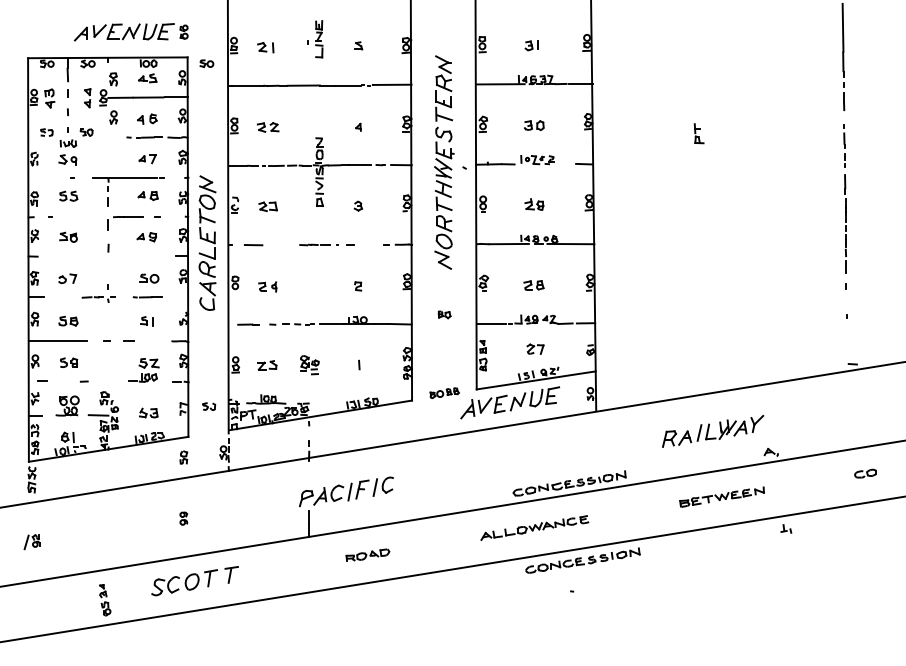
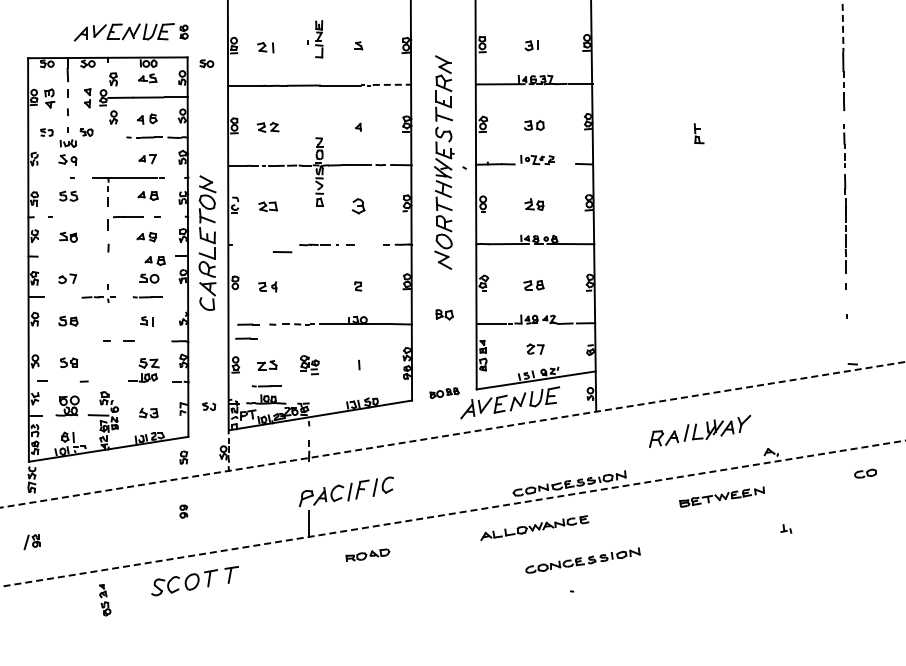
line at (843, 27): solid -> dashed
line at (392, 84): solid -> dashed
part at (357, 205) size: 10x12 px -> 15x17 px
line at (253, 245) position: (253, 245) -> (282, 252)
part at (154, 261): none -> present
part at (444, 314) size: 15x10 px -> 19x12 px
line at (246, 338): none -> present
line at (57, 341): present -> none
line at (266, 386): none -> present
part at (713, 430) position: (713, 430) -> (700, 430)
line at (452, 434): solid -> dashed
line at (453, 513): solid -> dashed
part at (183, 518) position: (183, 518) -> (183, 511)
line at (452, 569): present -> none
